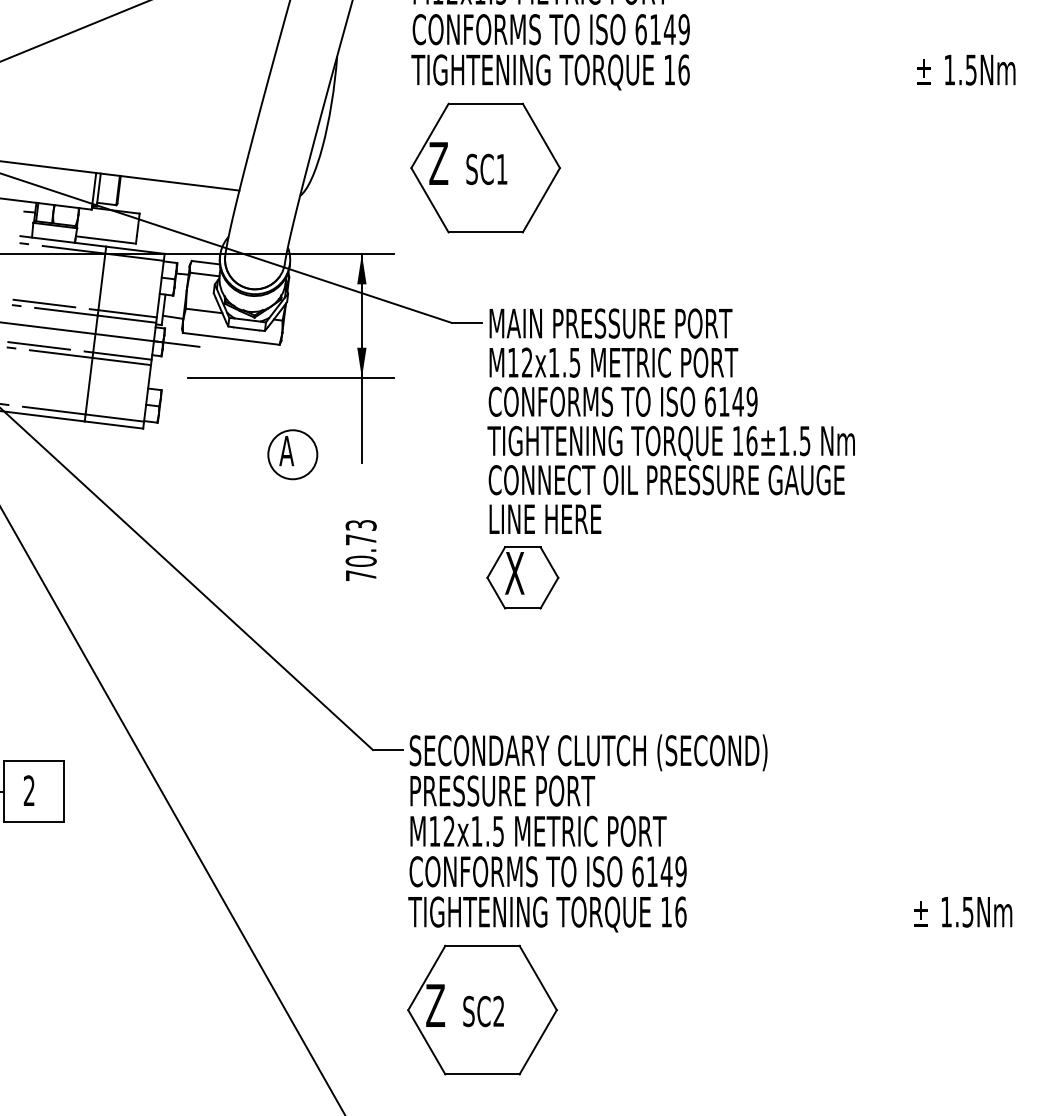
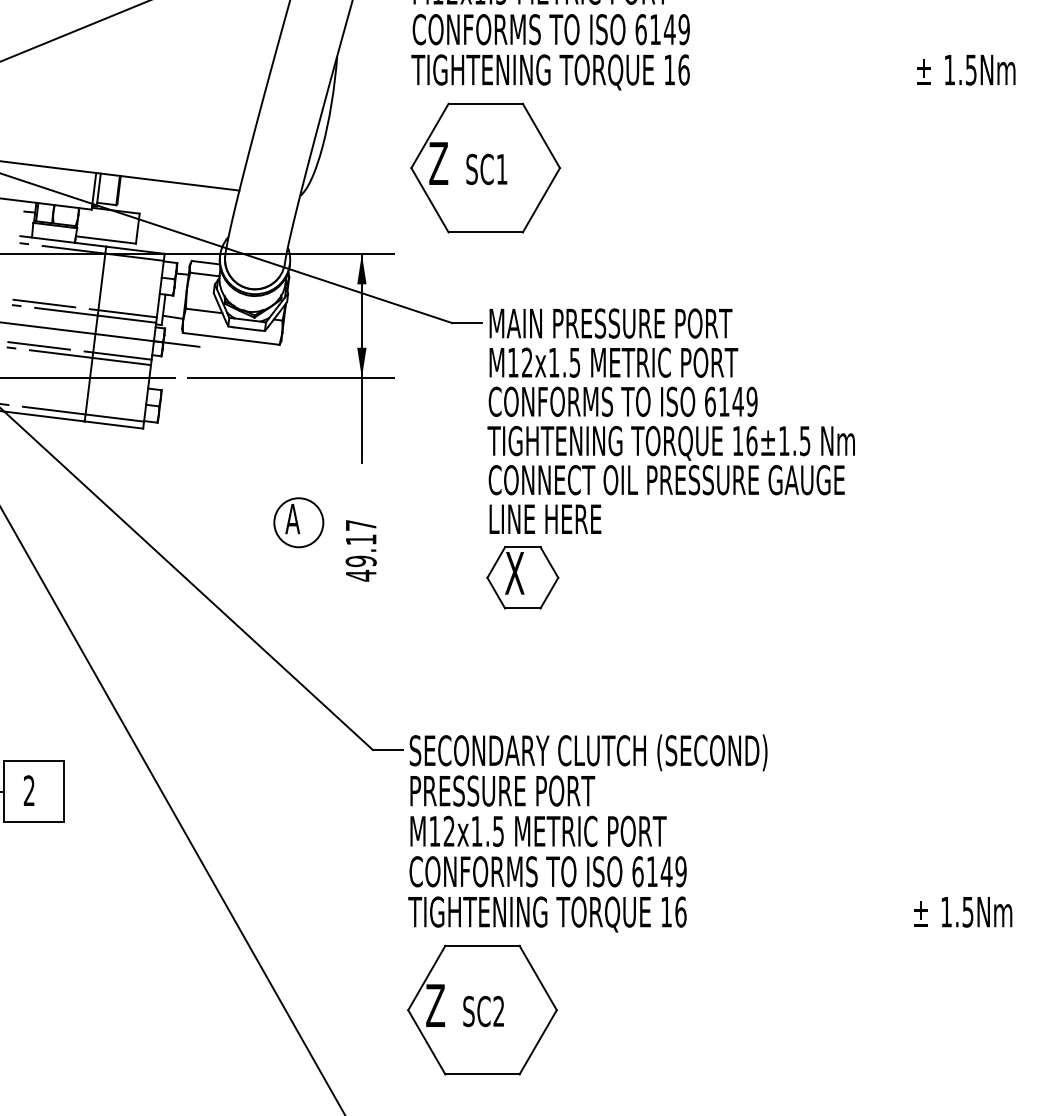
line at (88, 378): none -> present
part at (292, 454) position: (292, 454) -> (298, 522)
text at (360, 550): 70.73 -> 49.17
